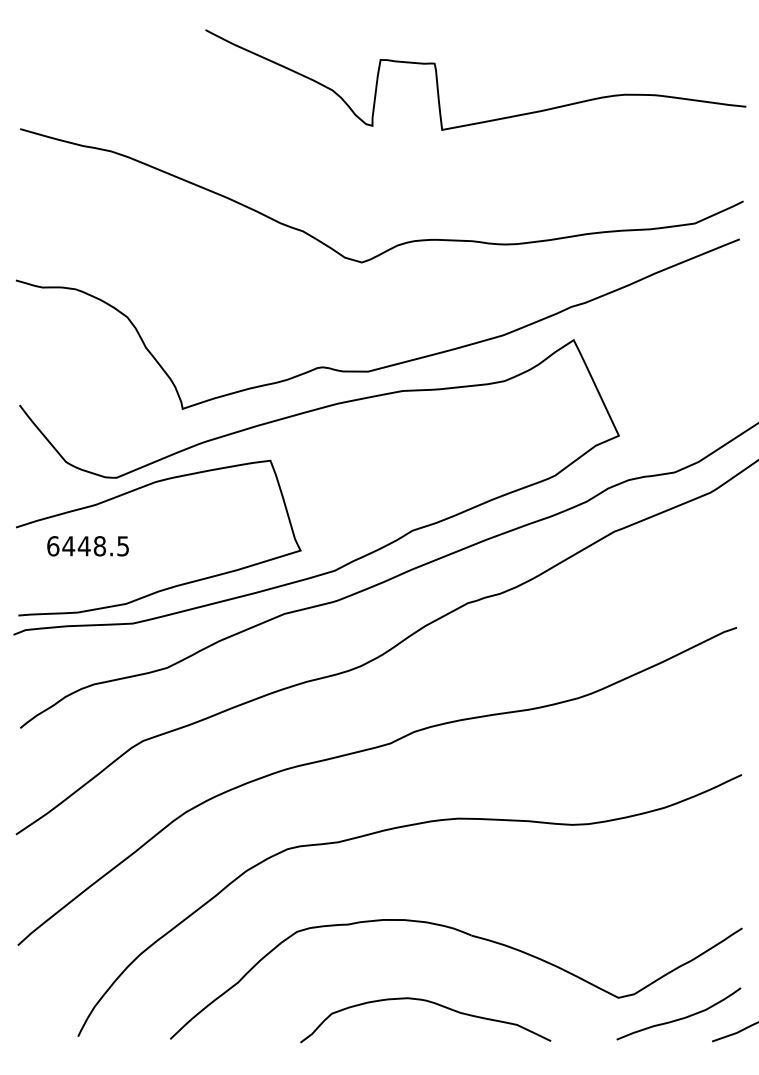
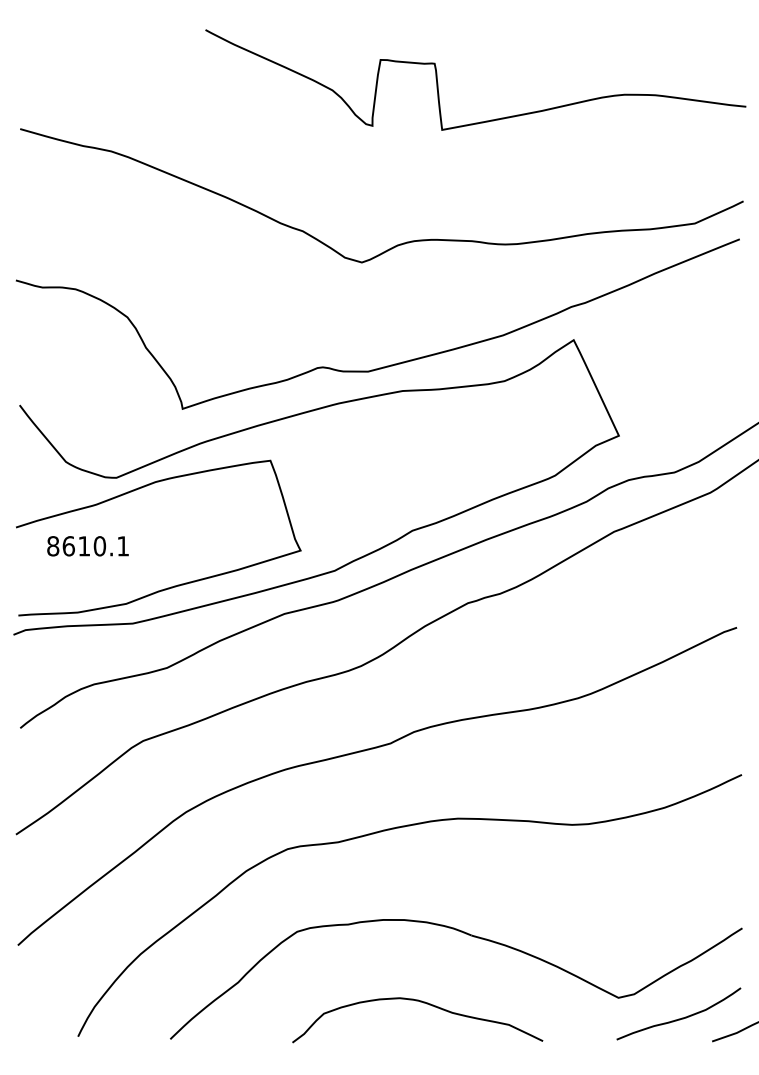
text at (87, 546): 6448.5 -> 8610.1
curve at (431, 1003) position: (431, 1003) -> (423, 1003)
